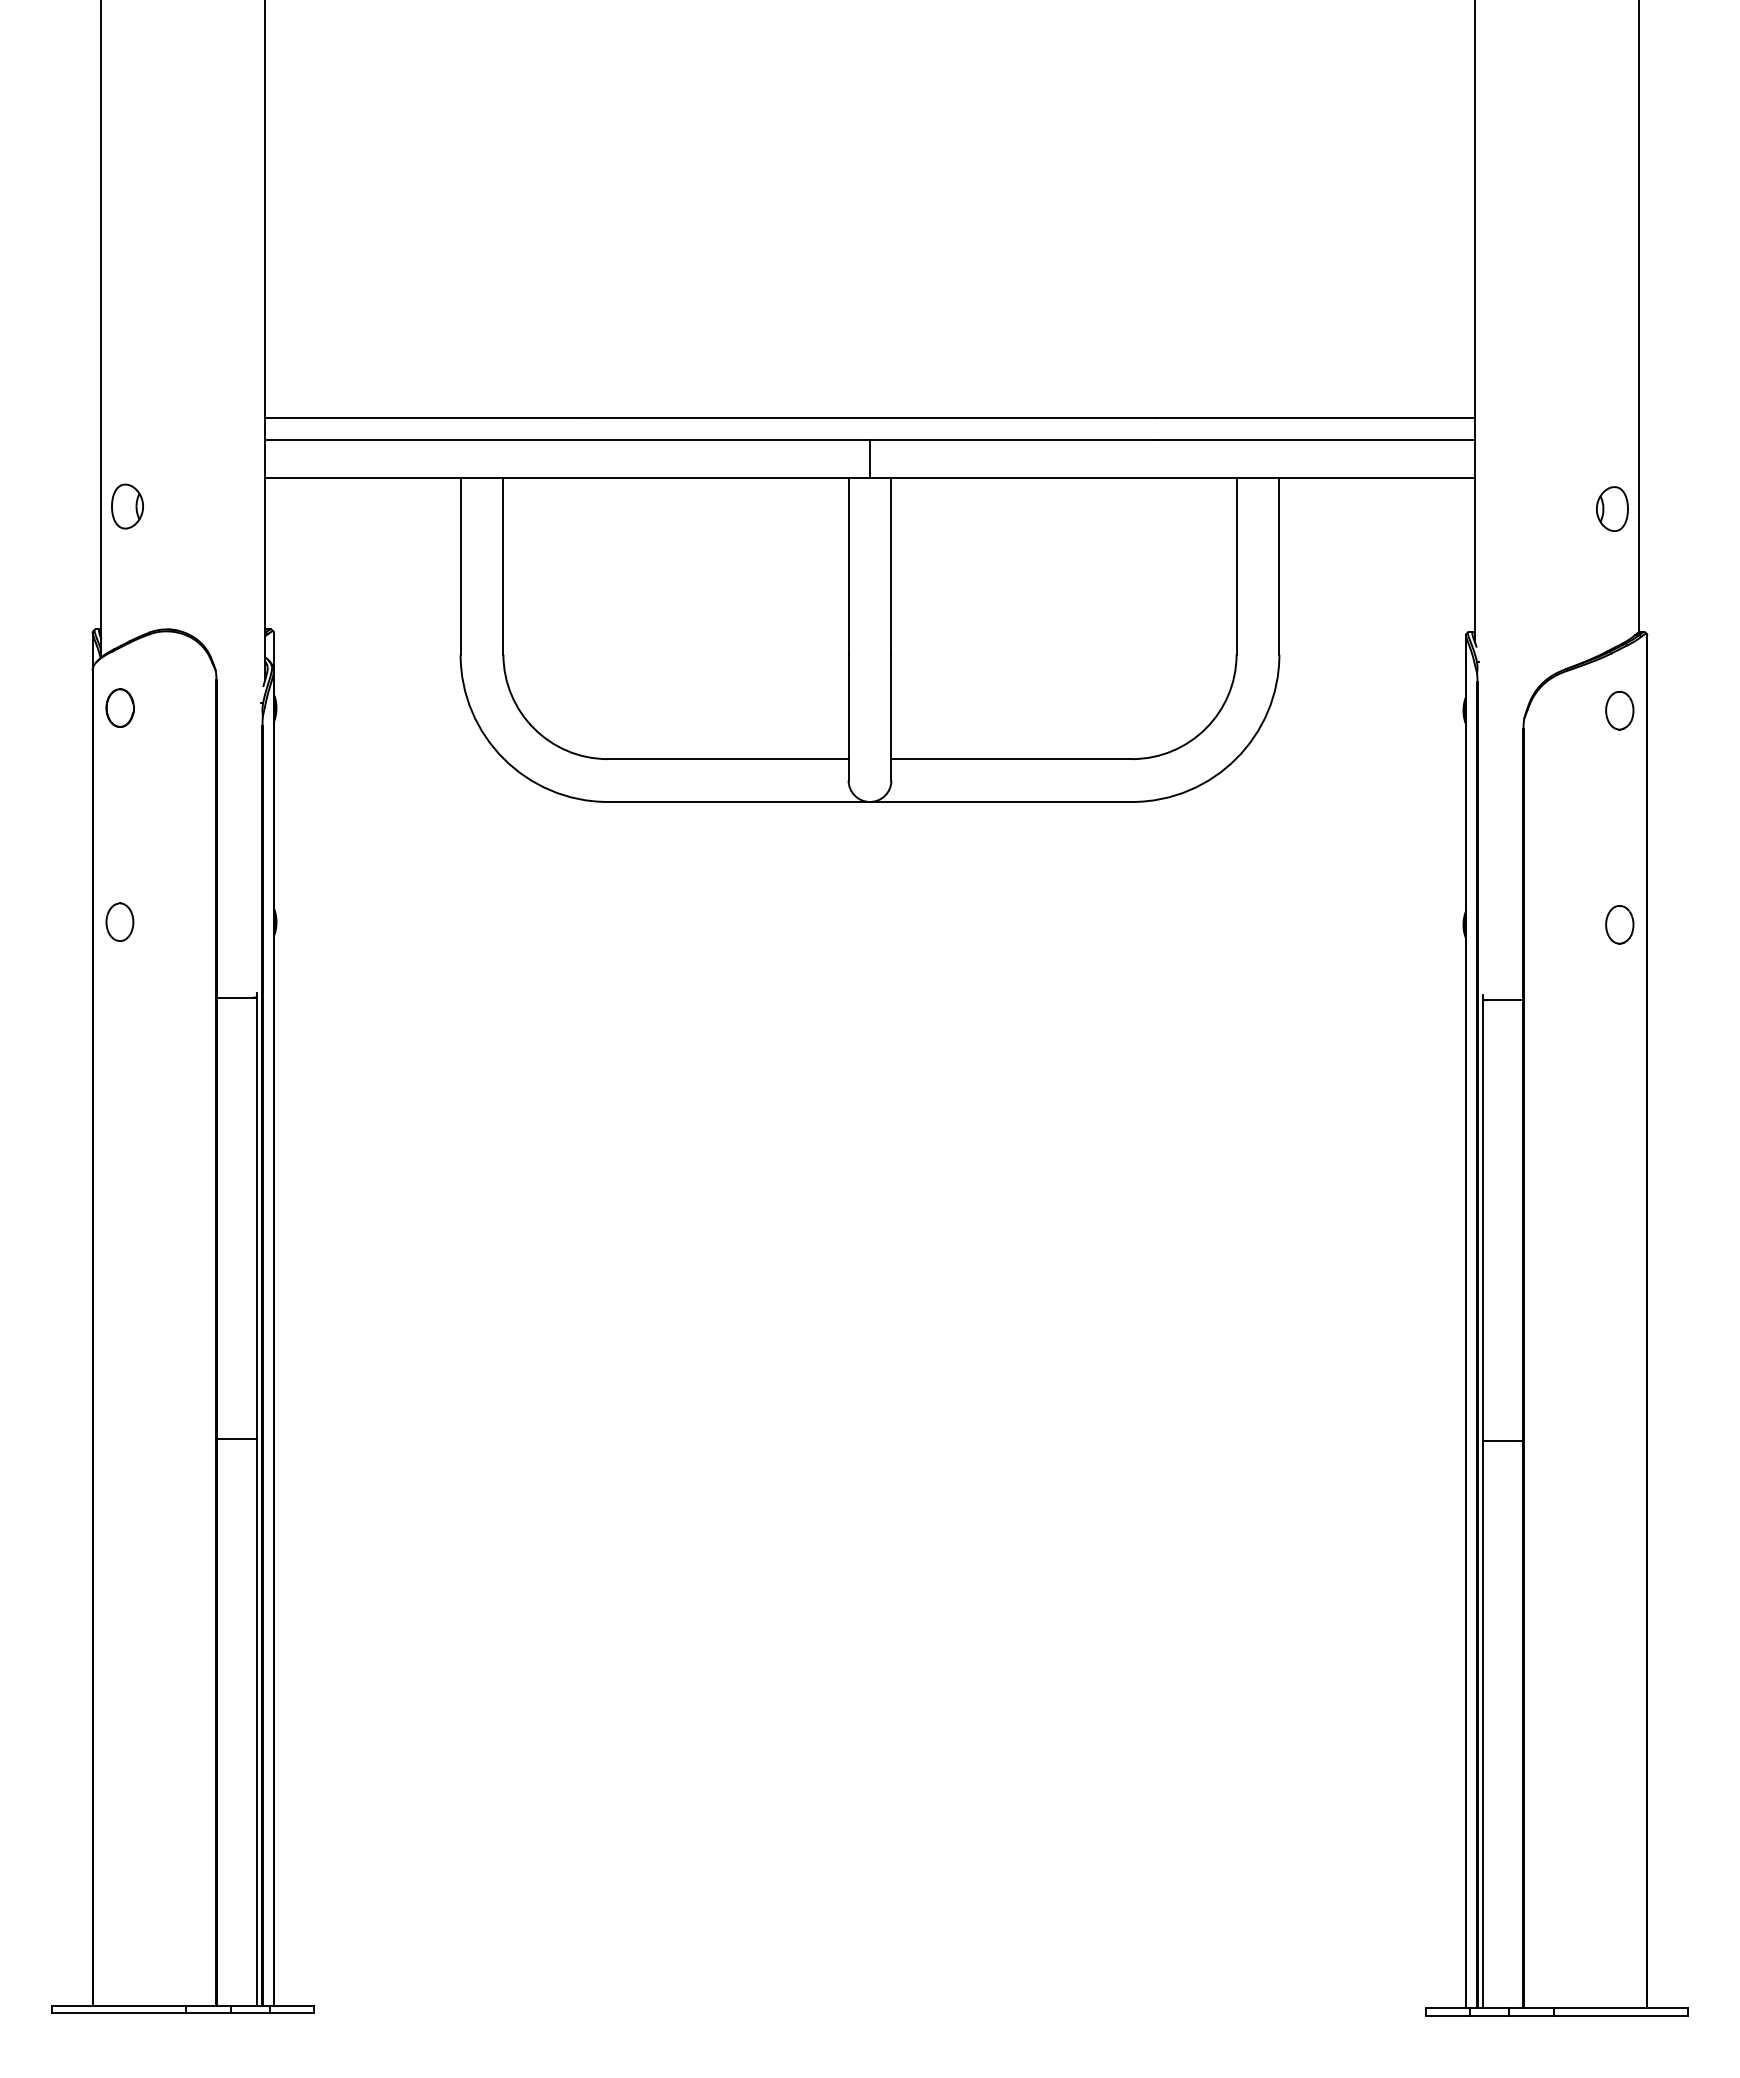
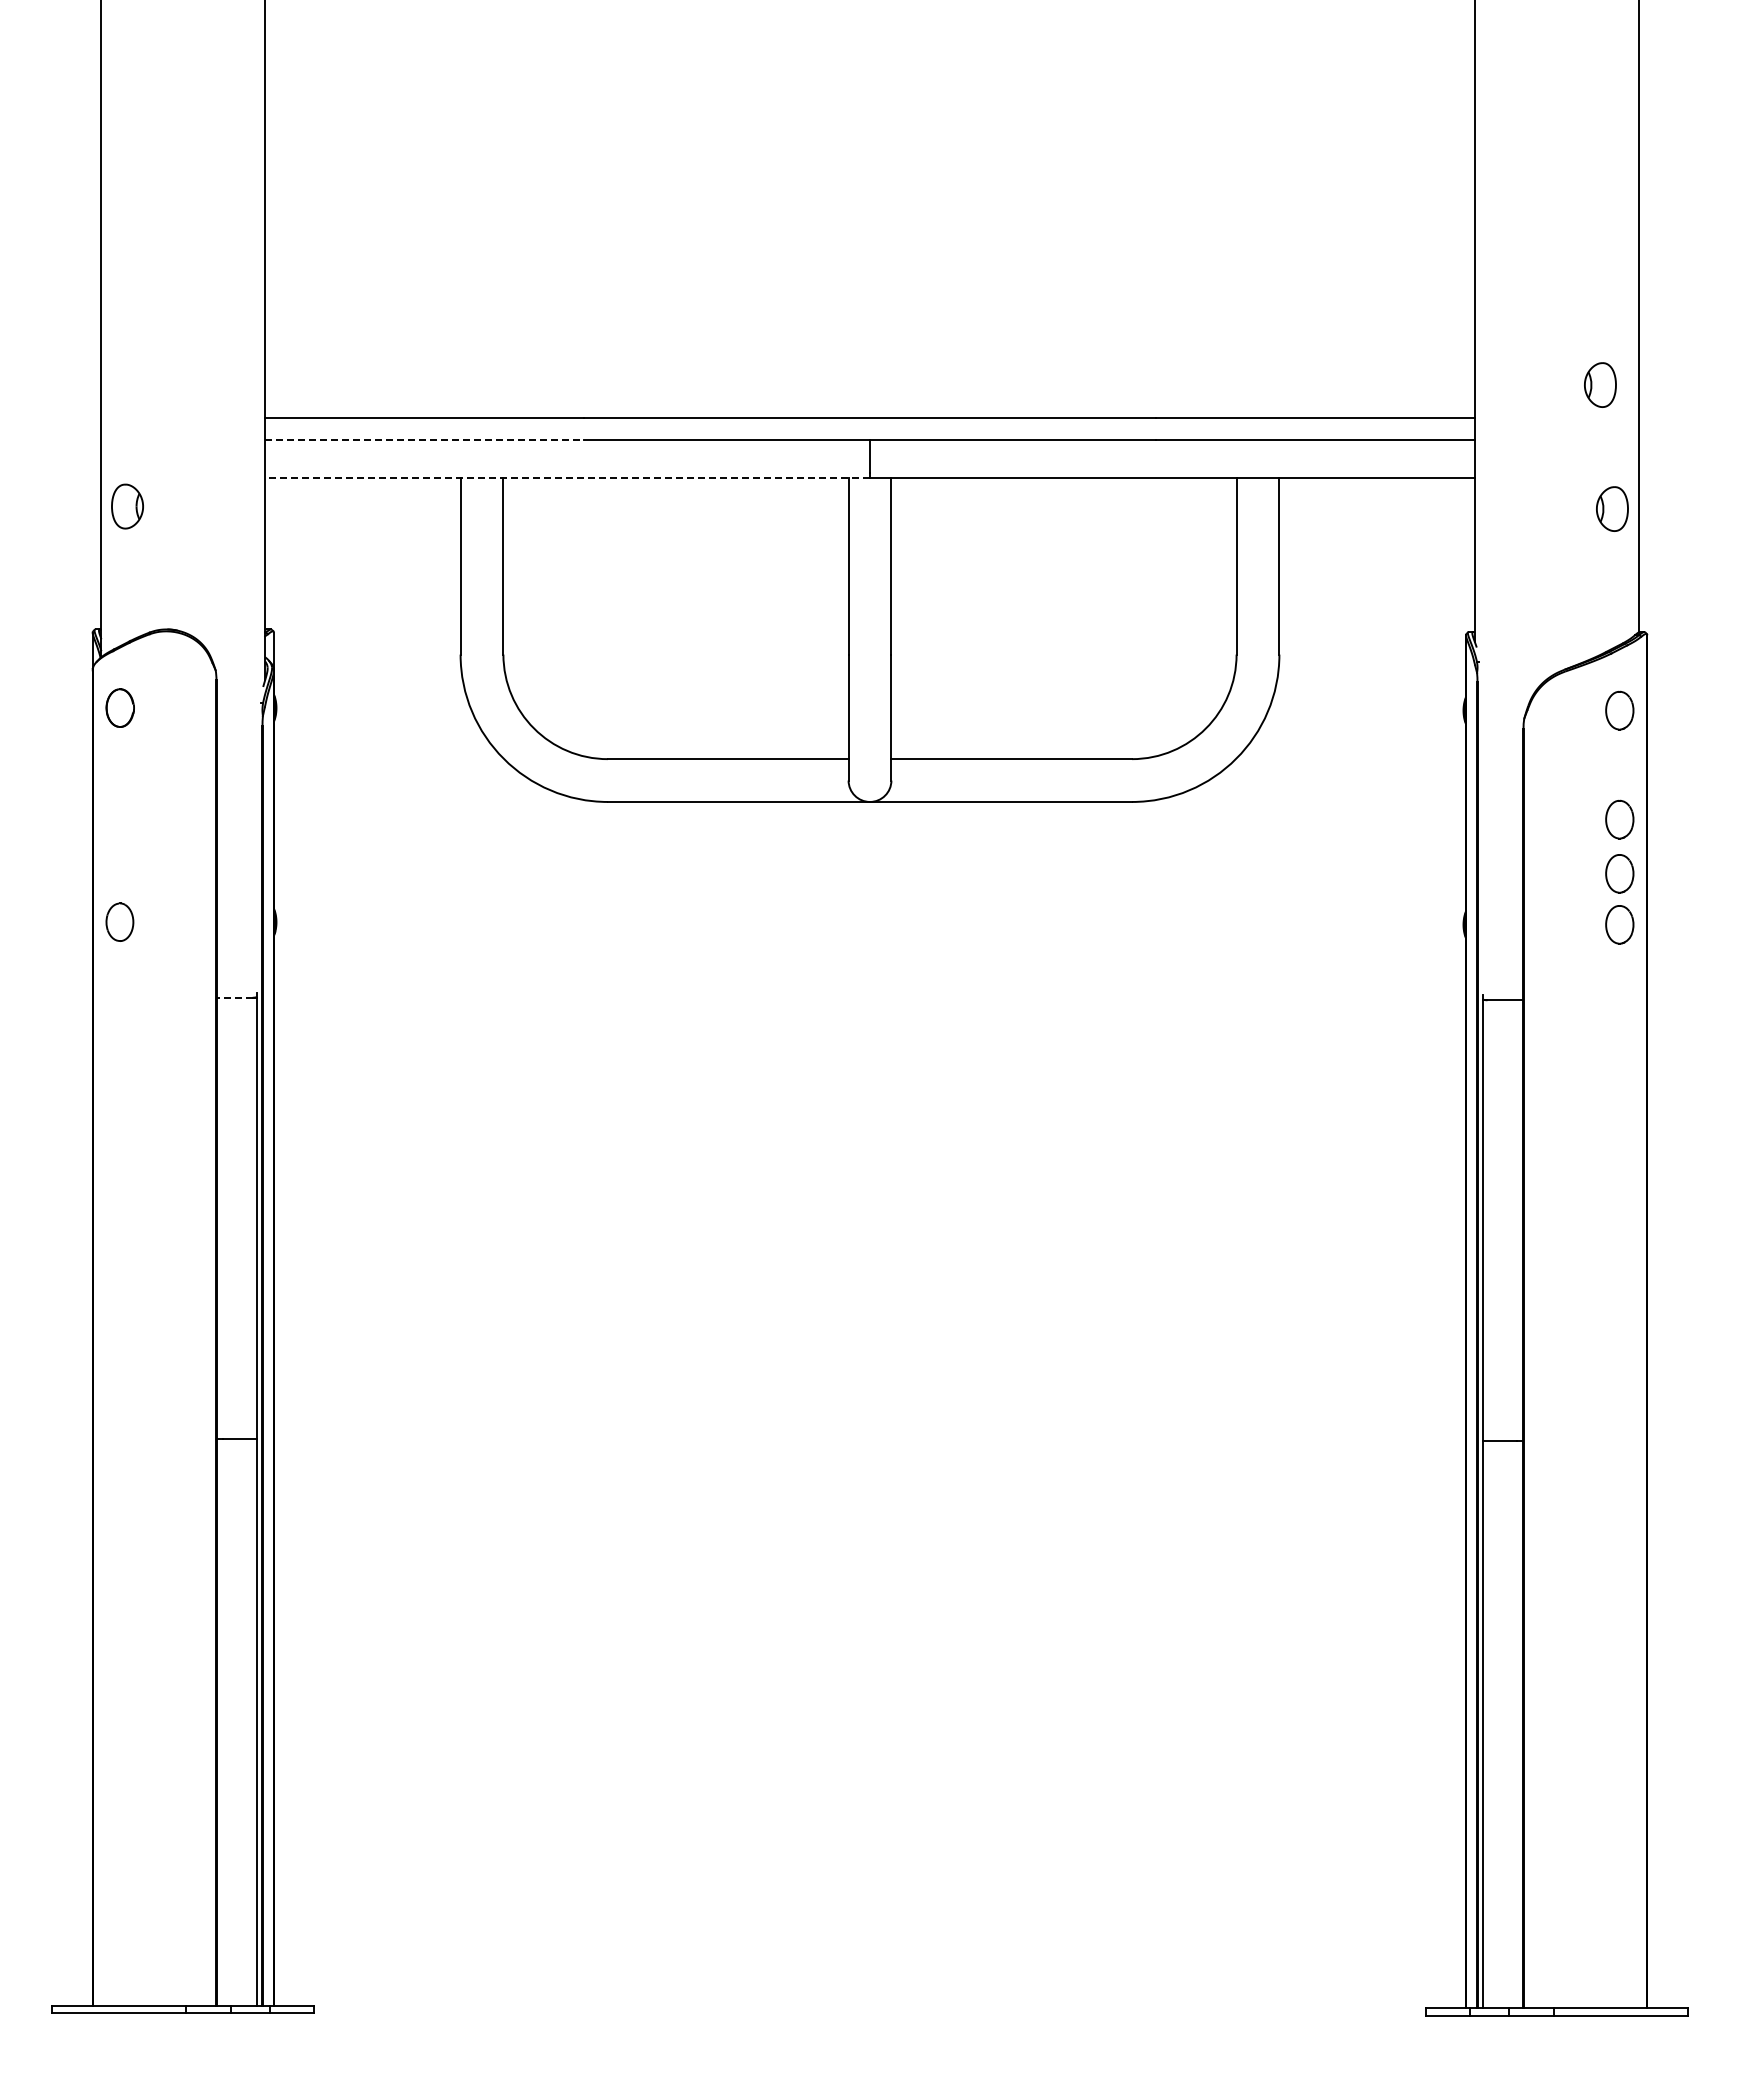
part at (1600, 384): none -> present
line at (424, 440): solid -> dashed
line at (567, 478): solid -> dashed
part at (1619, 819): none -> present
part at (1619, 873): none -> present
line at (234, 997): solid -> dashed
